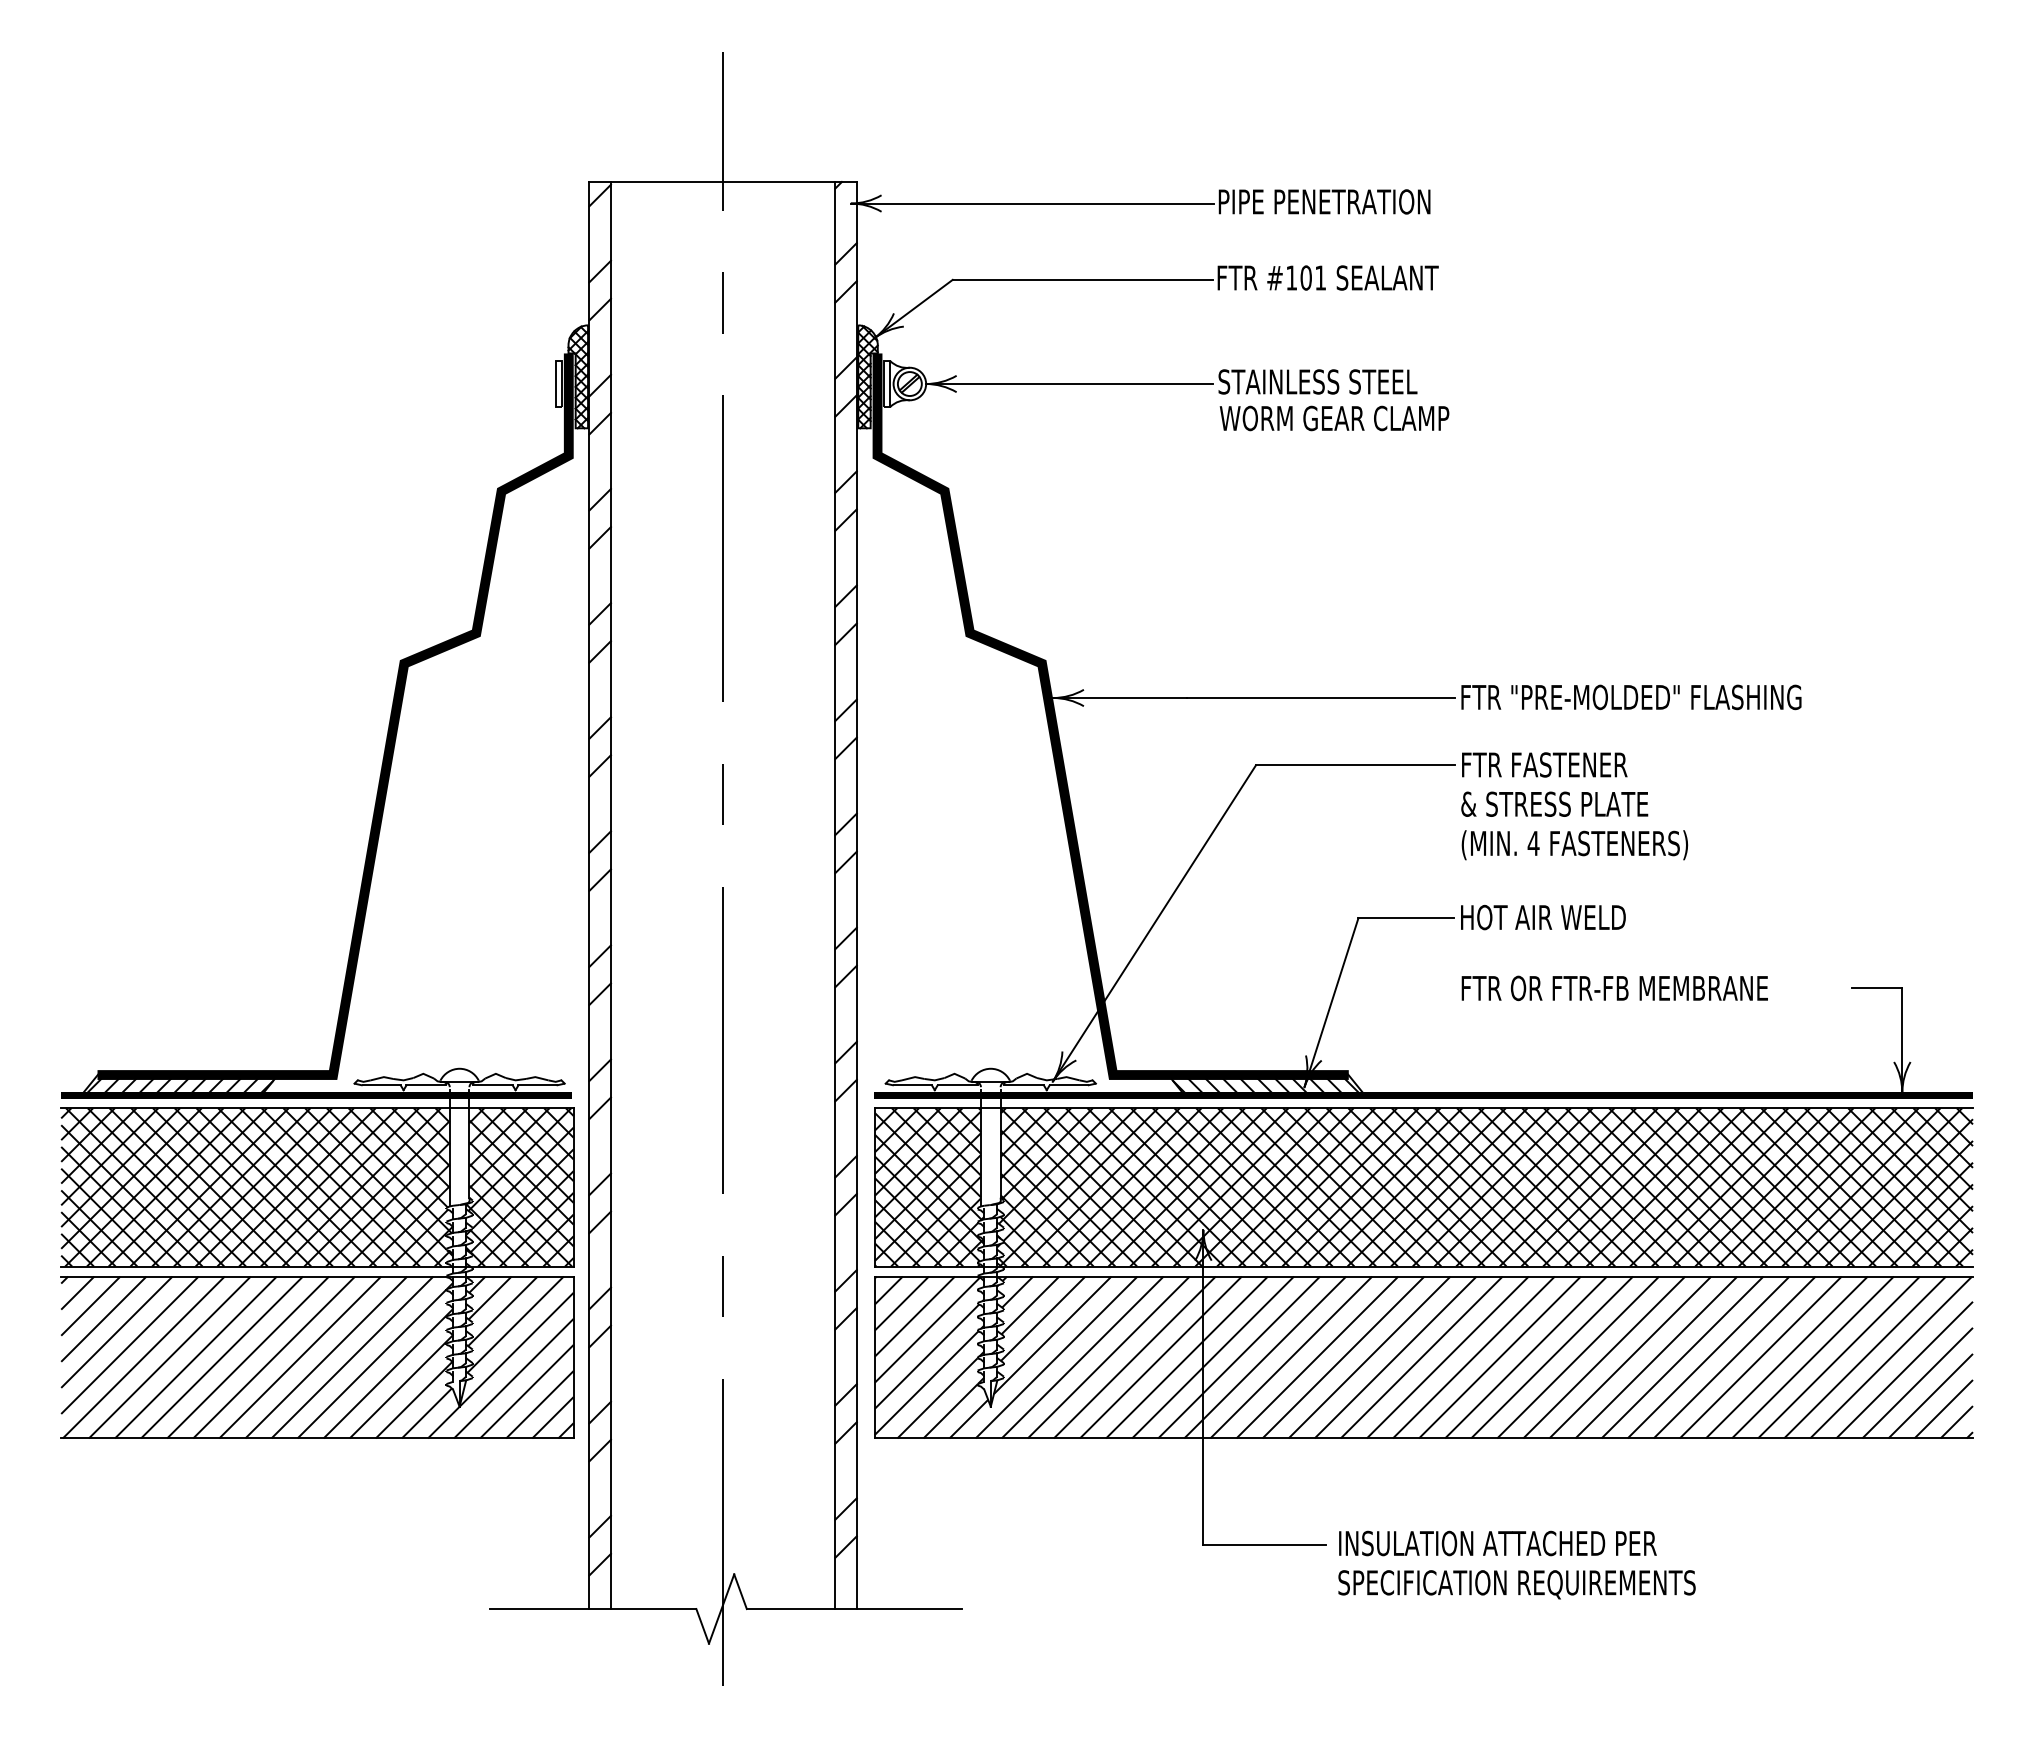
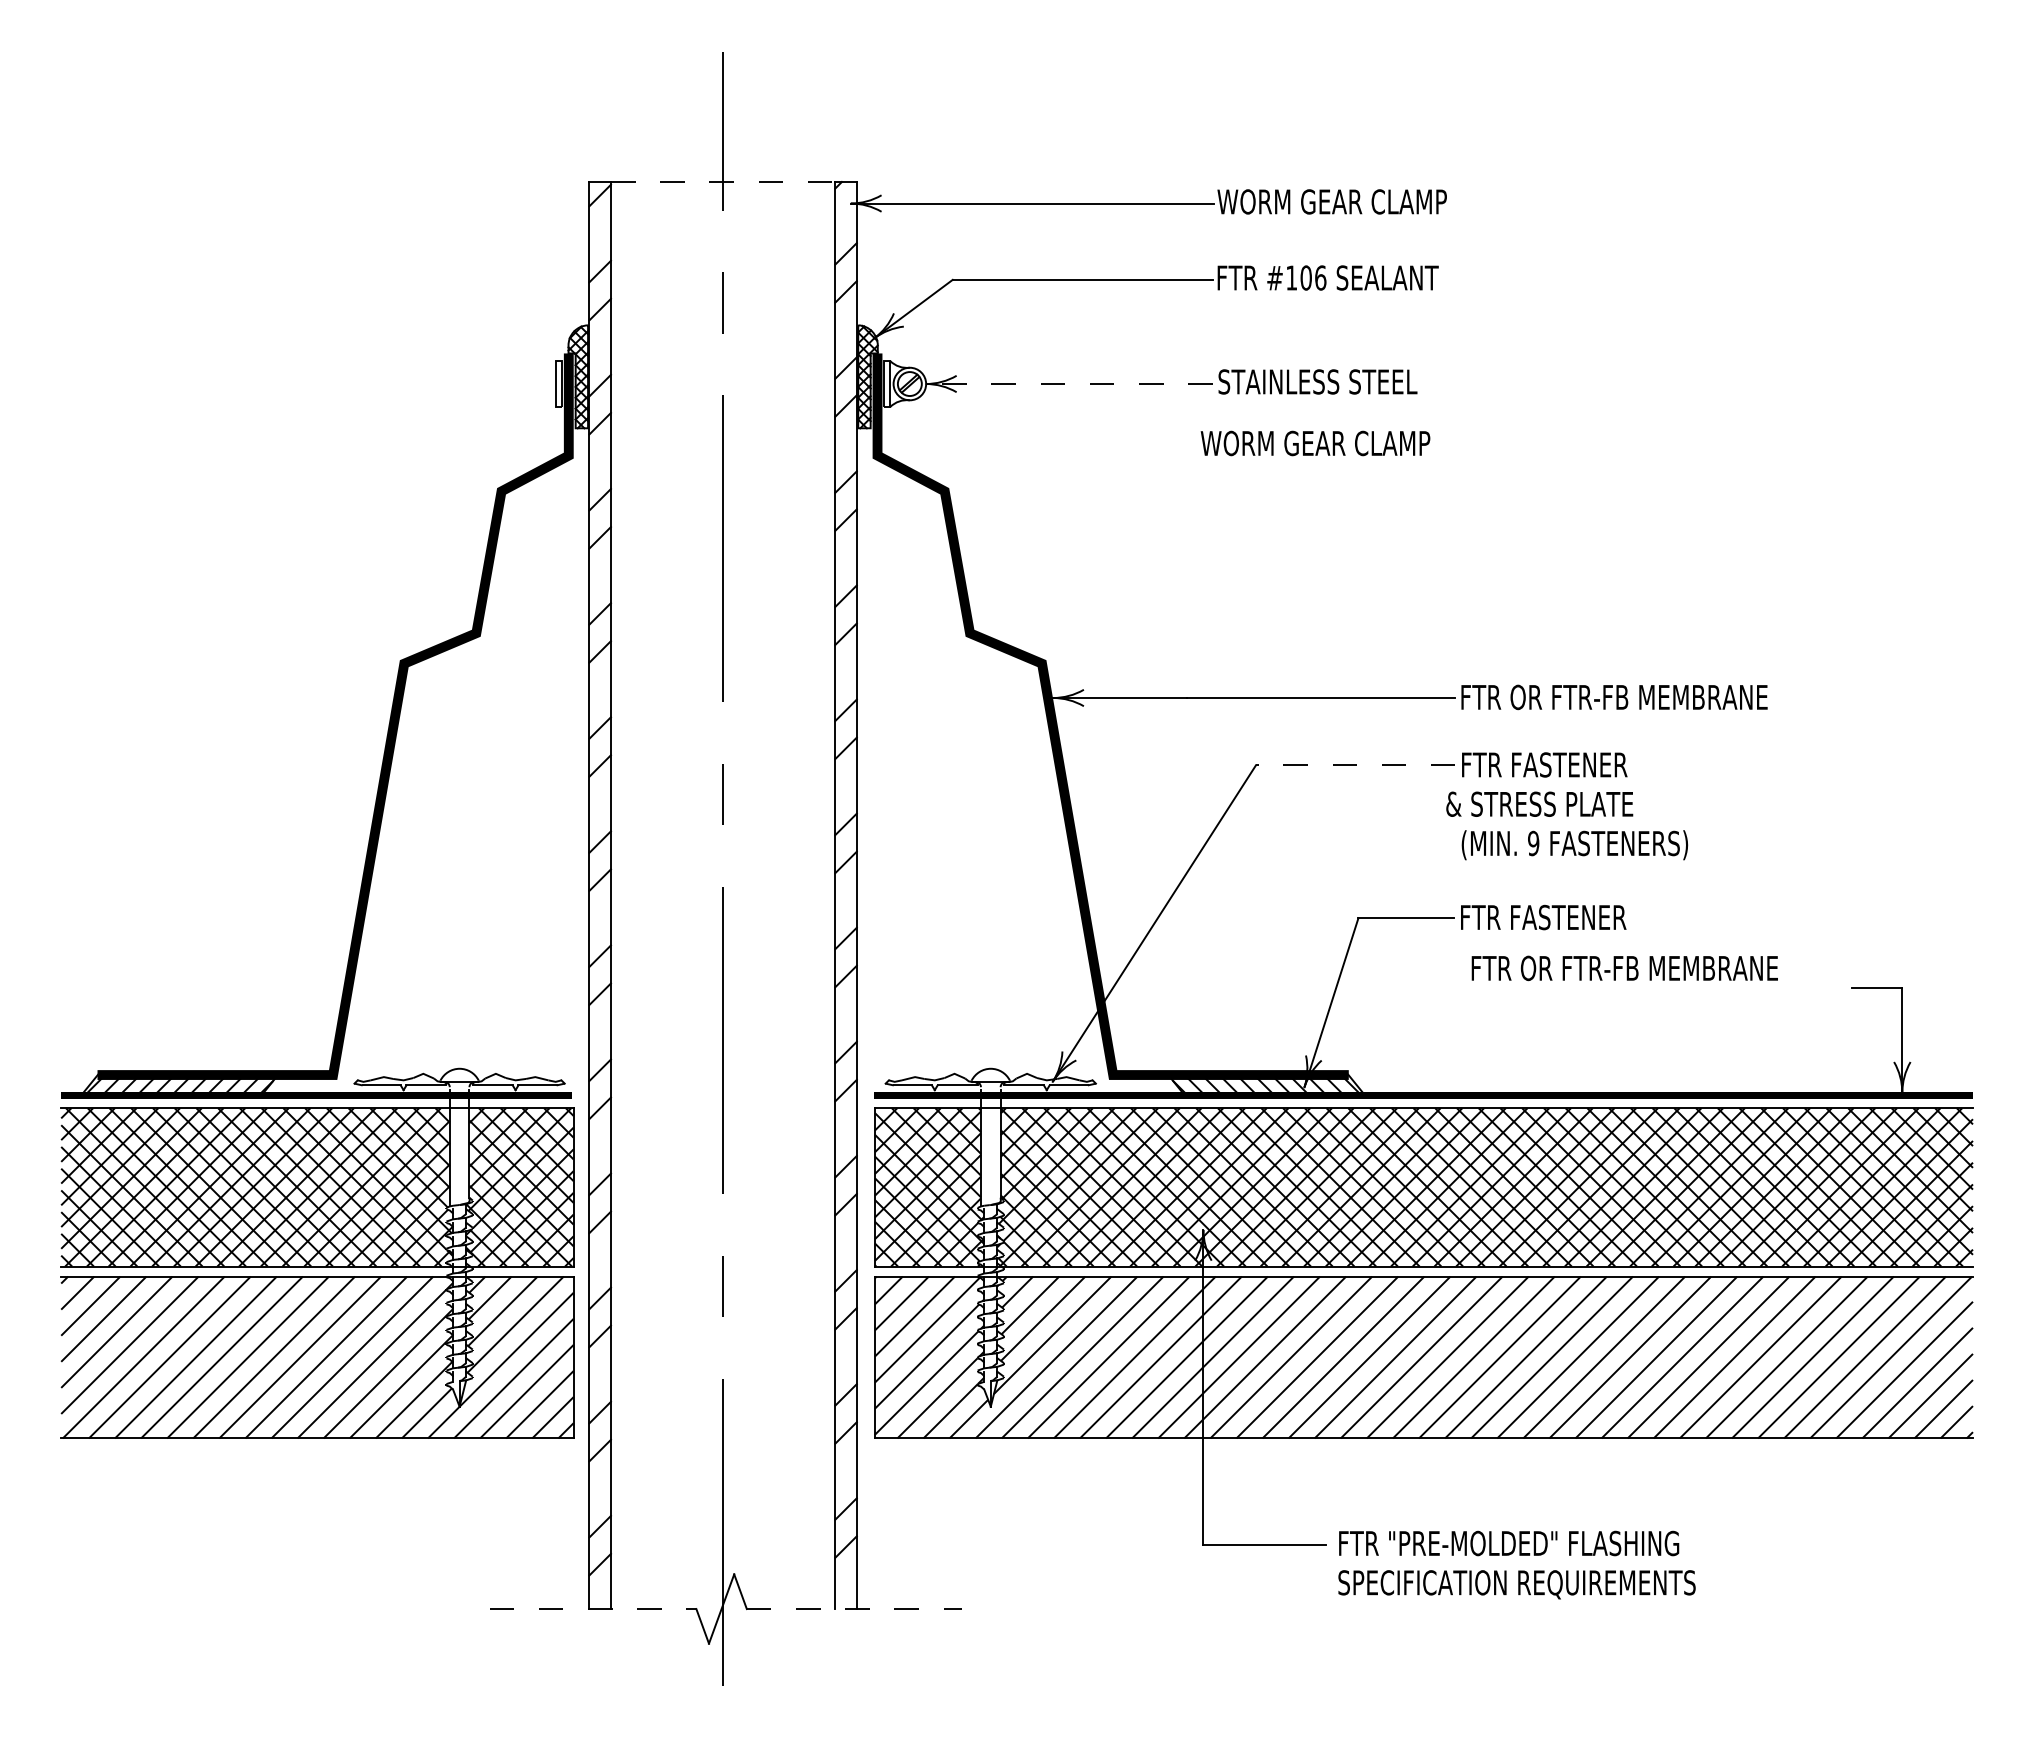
line at (723, 182): solid -> dashed
text at (1331, 201): PIPE PENETRATION -> WORM GEAR CLAMP
text at (1320, 277): #101 -> #106
line at (1068, 384): solid -> dashed
text at (1334, 418) position: (1334, 418) -> (1315, 443)
text at (1655, 697): FTR "PRE-MOLDED" FLASHING -> FTR OR FTR-FB MEMBRANE
line at (1355, 765): solid -> dashed
text at (1554, 803) position: (1554, 803) -> (1539, 803)
text at (1533, 843): 4 -> 9
text at (1544, 917): HOT AIR WELD -> FTR FASTENER
text at (1614, 988) position: (1614, 988) -> (1624, 968)
text at (1510, 1543): INSULATION ATTACHED PER -> FTR "PRE-MOLDED" FLASHING
line at (593, 1609): solid -> dashed
line at (854, 1609): solid -> dashed
